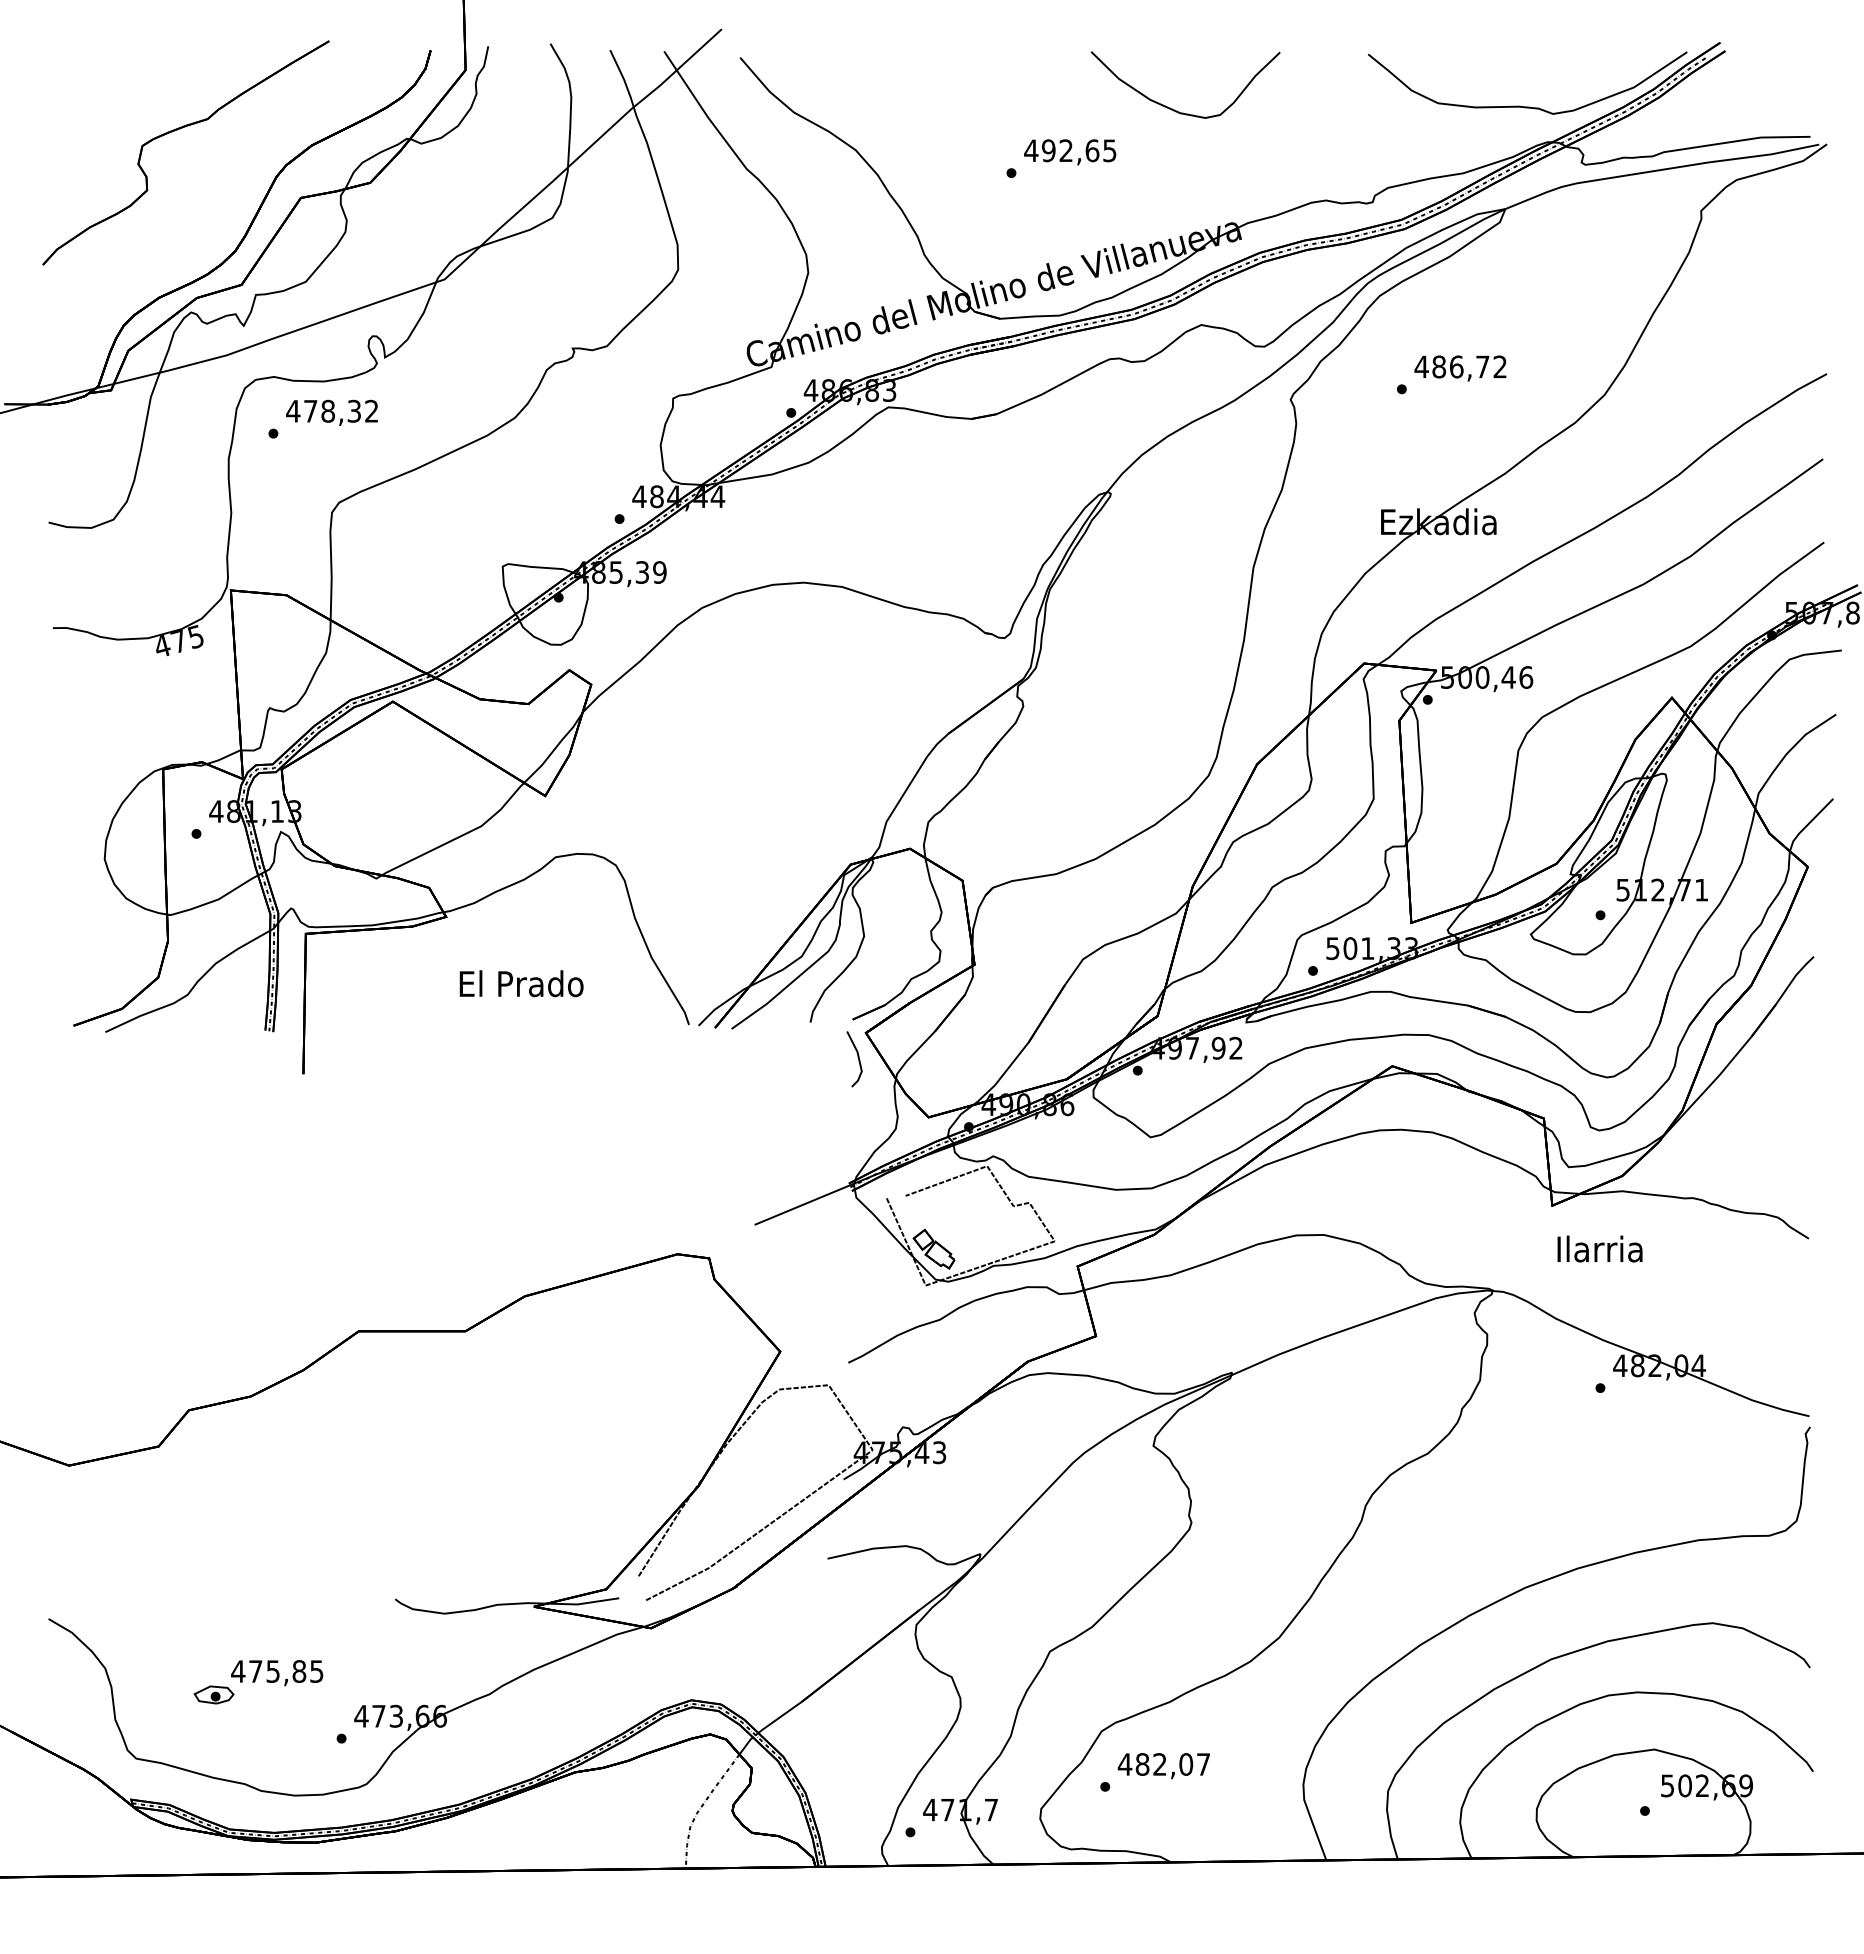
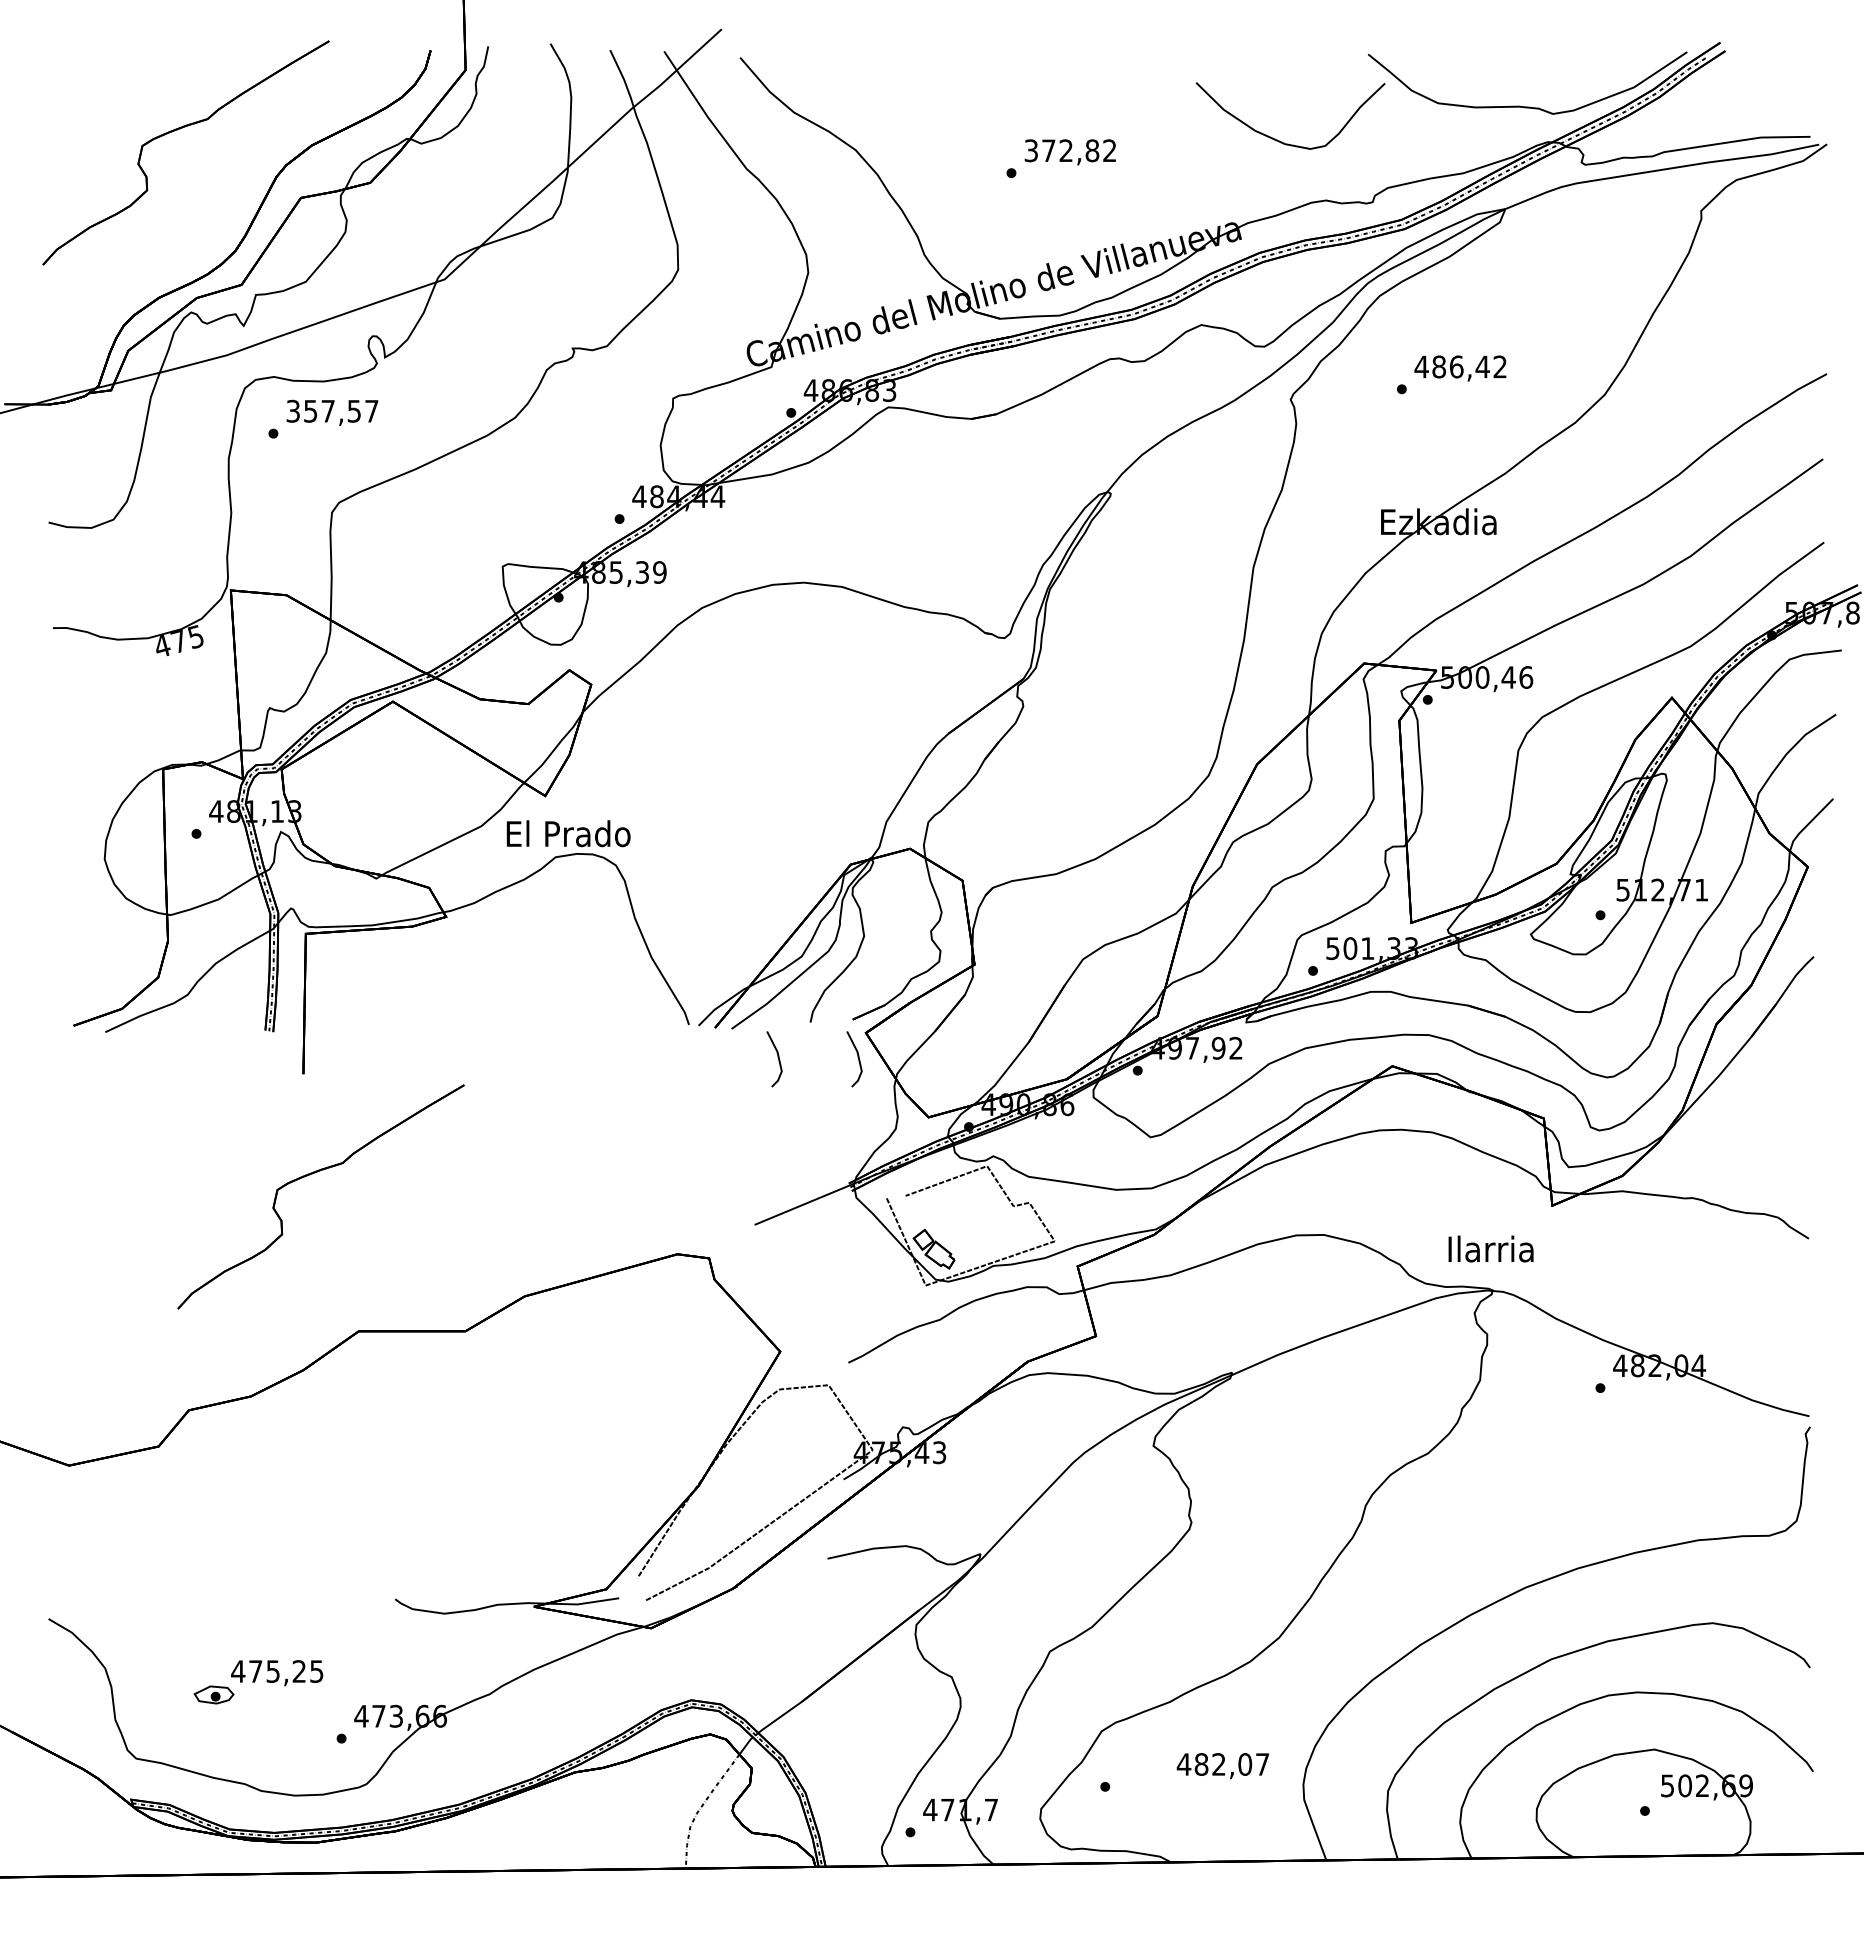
curve at (1172, 108) position: (1172, 108) -> (1277, 139)
text at (1070, 150): 492,65 -> 372,82
text at (1482, 366): 486,72 -> 486,42
text at (332, 410): 478,32 -> 357,57
text at (521, 983) position: (521, 983) -> (568, 833)
line at (777, 1057): none -> present
part at (312, 1174): none -> present
text at (1599, 1248) position: (1599, 1248) -> (1490, 1248)
text at (299, 1671): 475,85 -> 475,25
text at (1163, 1766) position: (1163, 1766) -> (1222, 1766)
